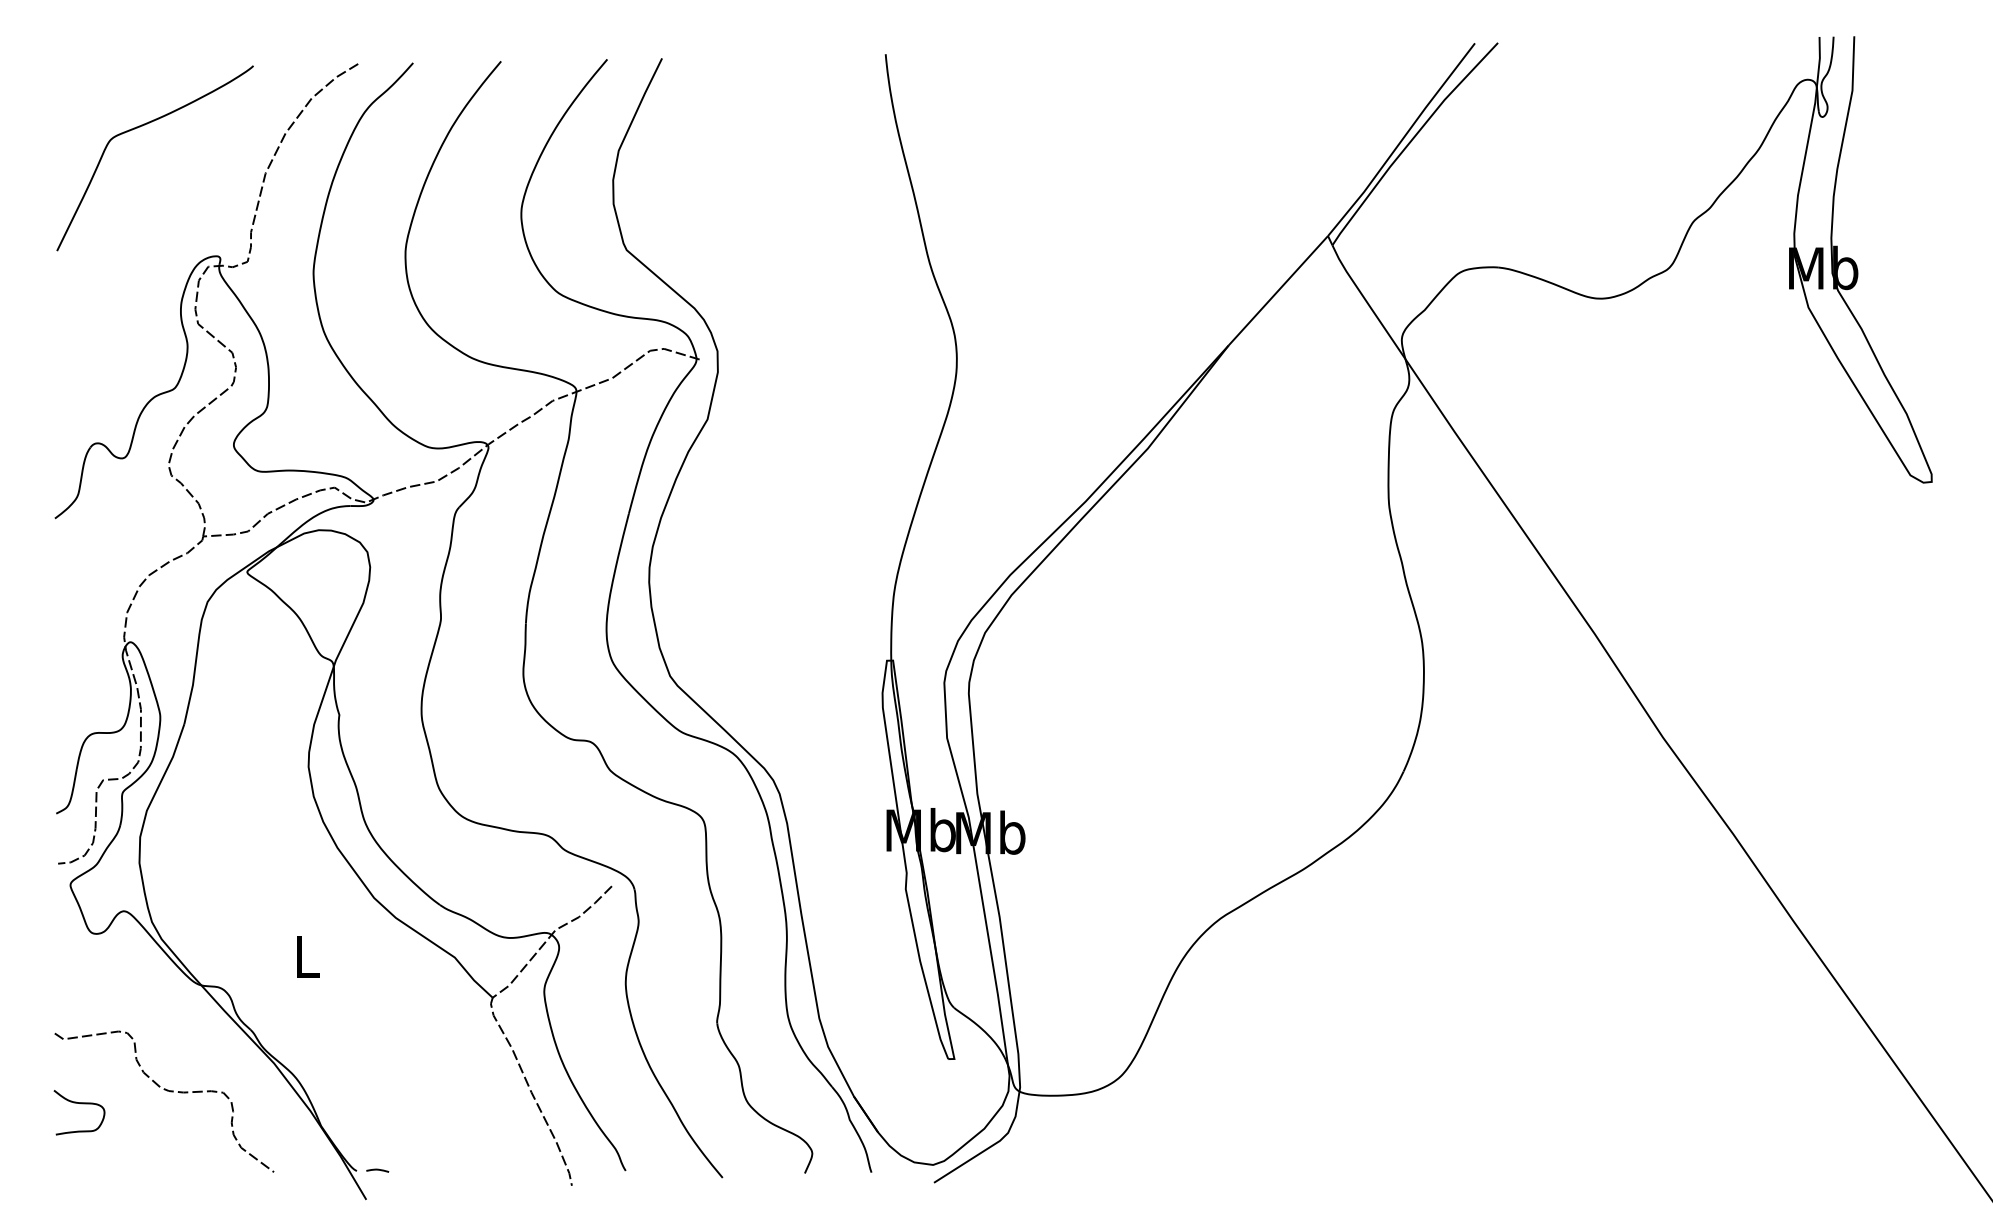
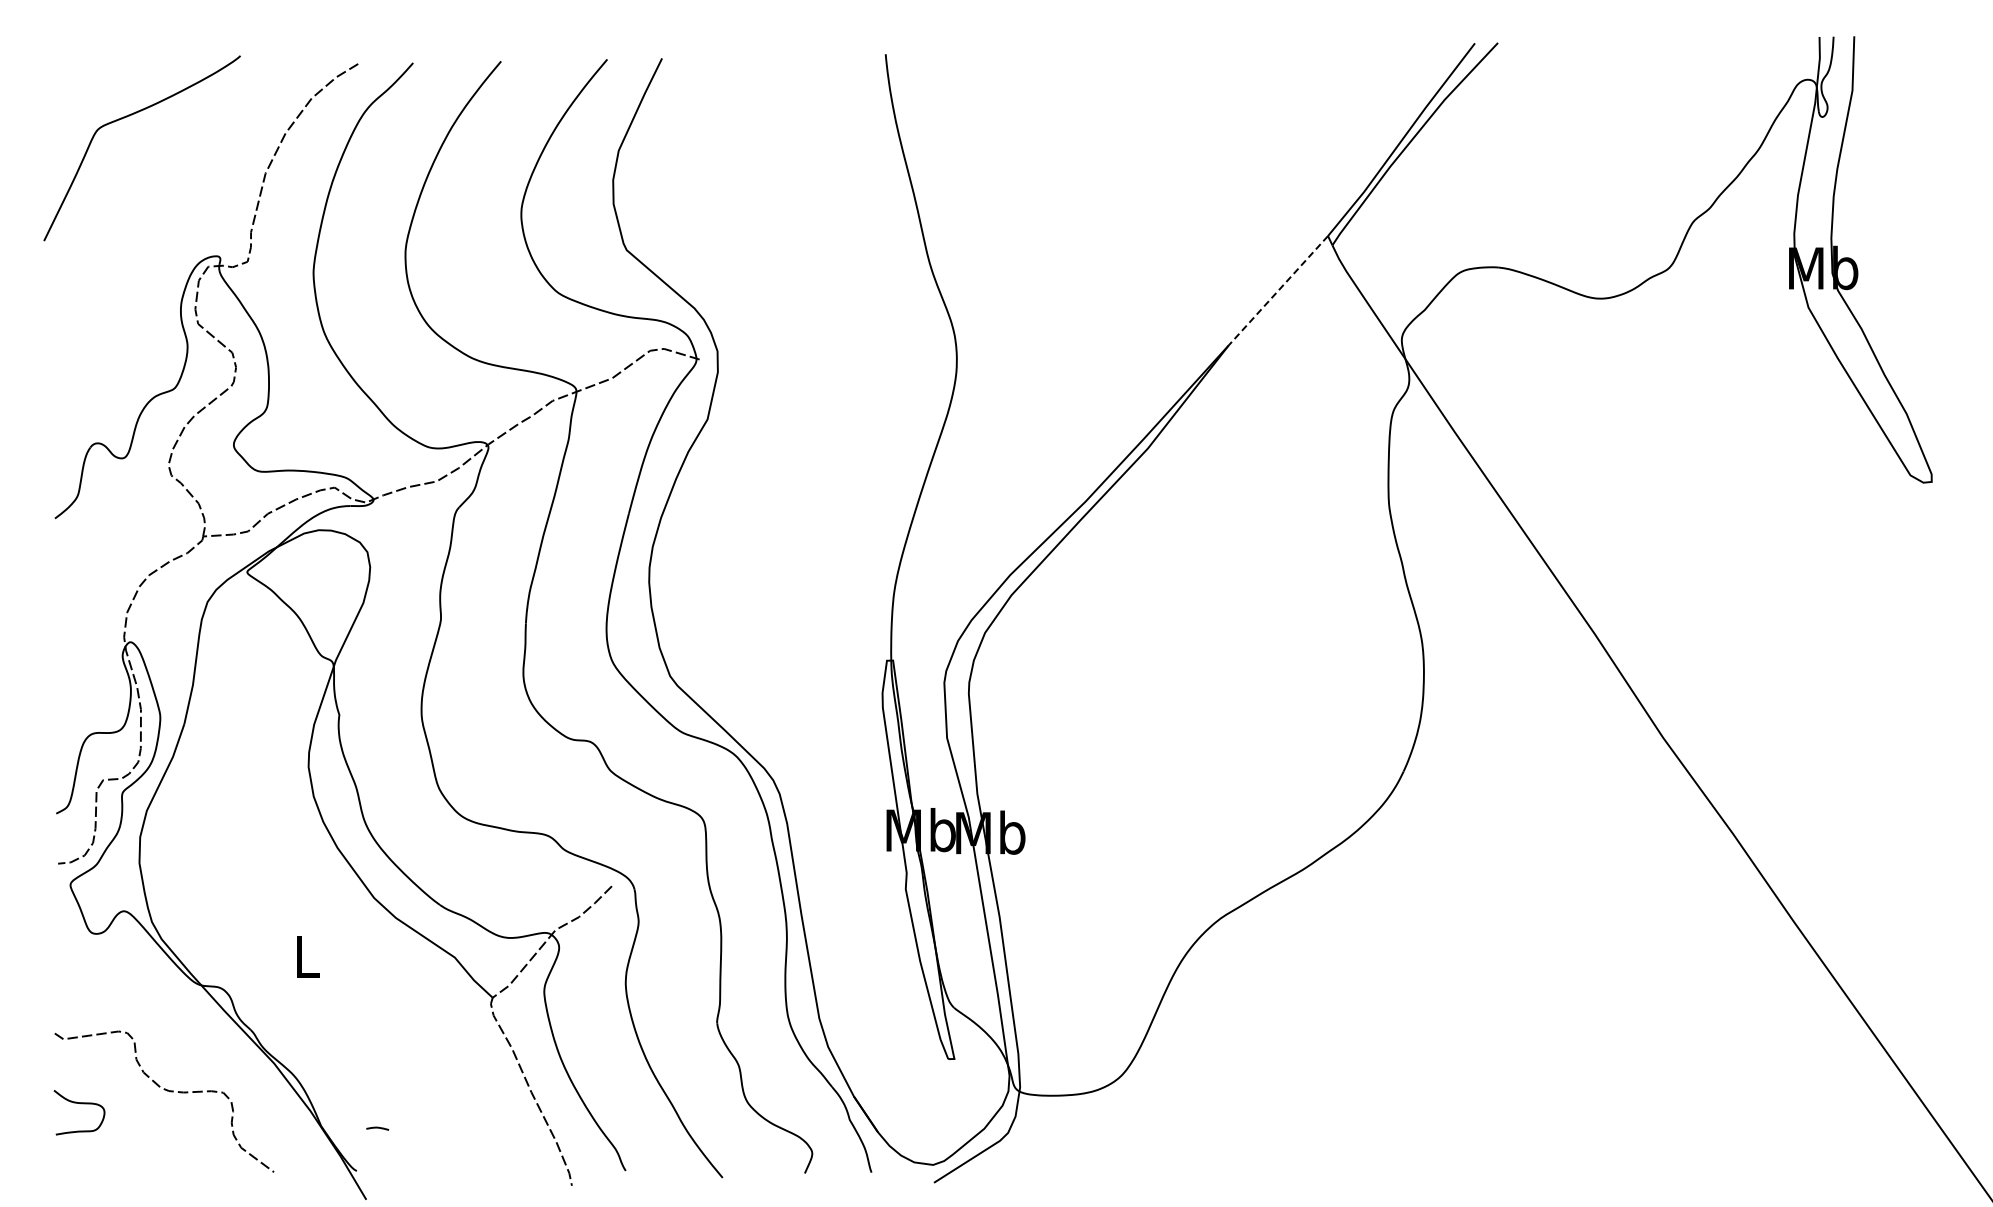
curve at (140, 127) position: (140, 127) -> (127, 117)
line at (1278, 290): solid -> dashed
curve at (377, 1170) position: (377, 1170) -> (377, 1128)
